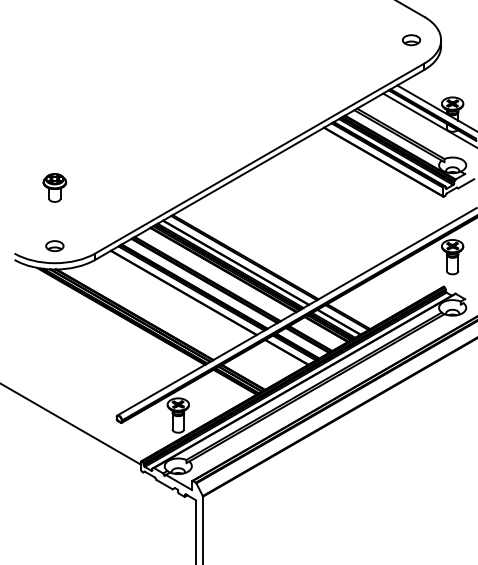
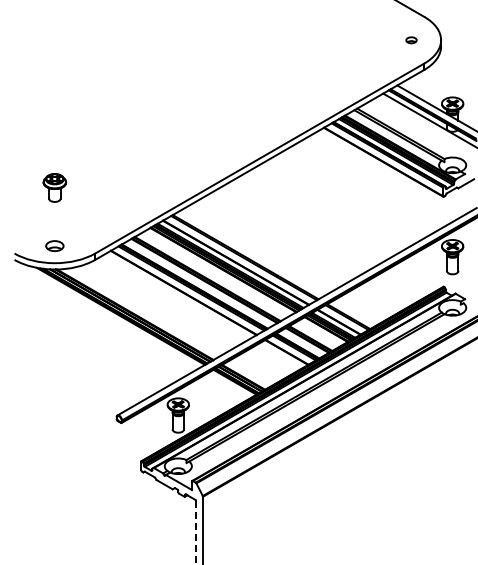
part at (411, 40) size: 21x13 px -> 13x9 px
line at (71, 424): present -> none
line at (196, 533): solid -> dashed
